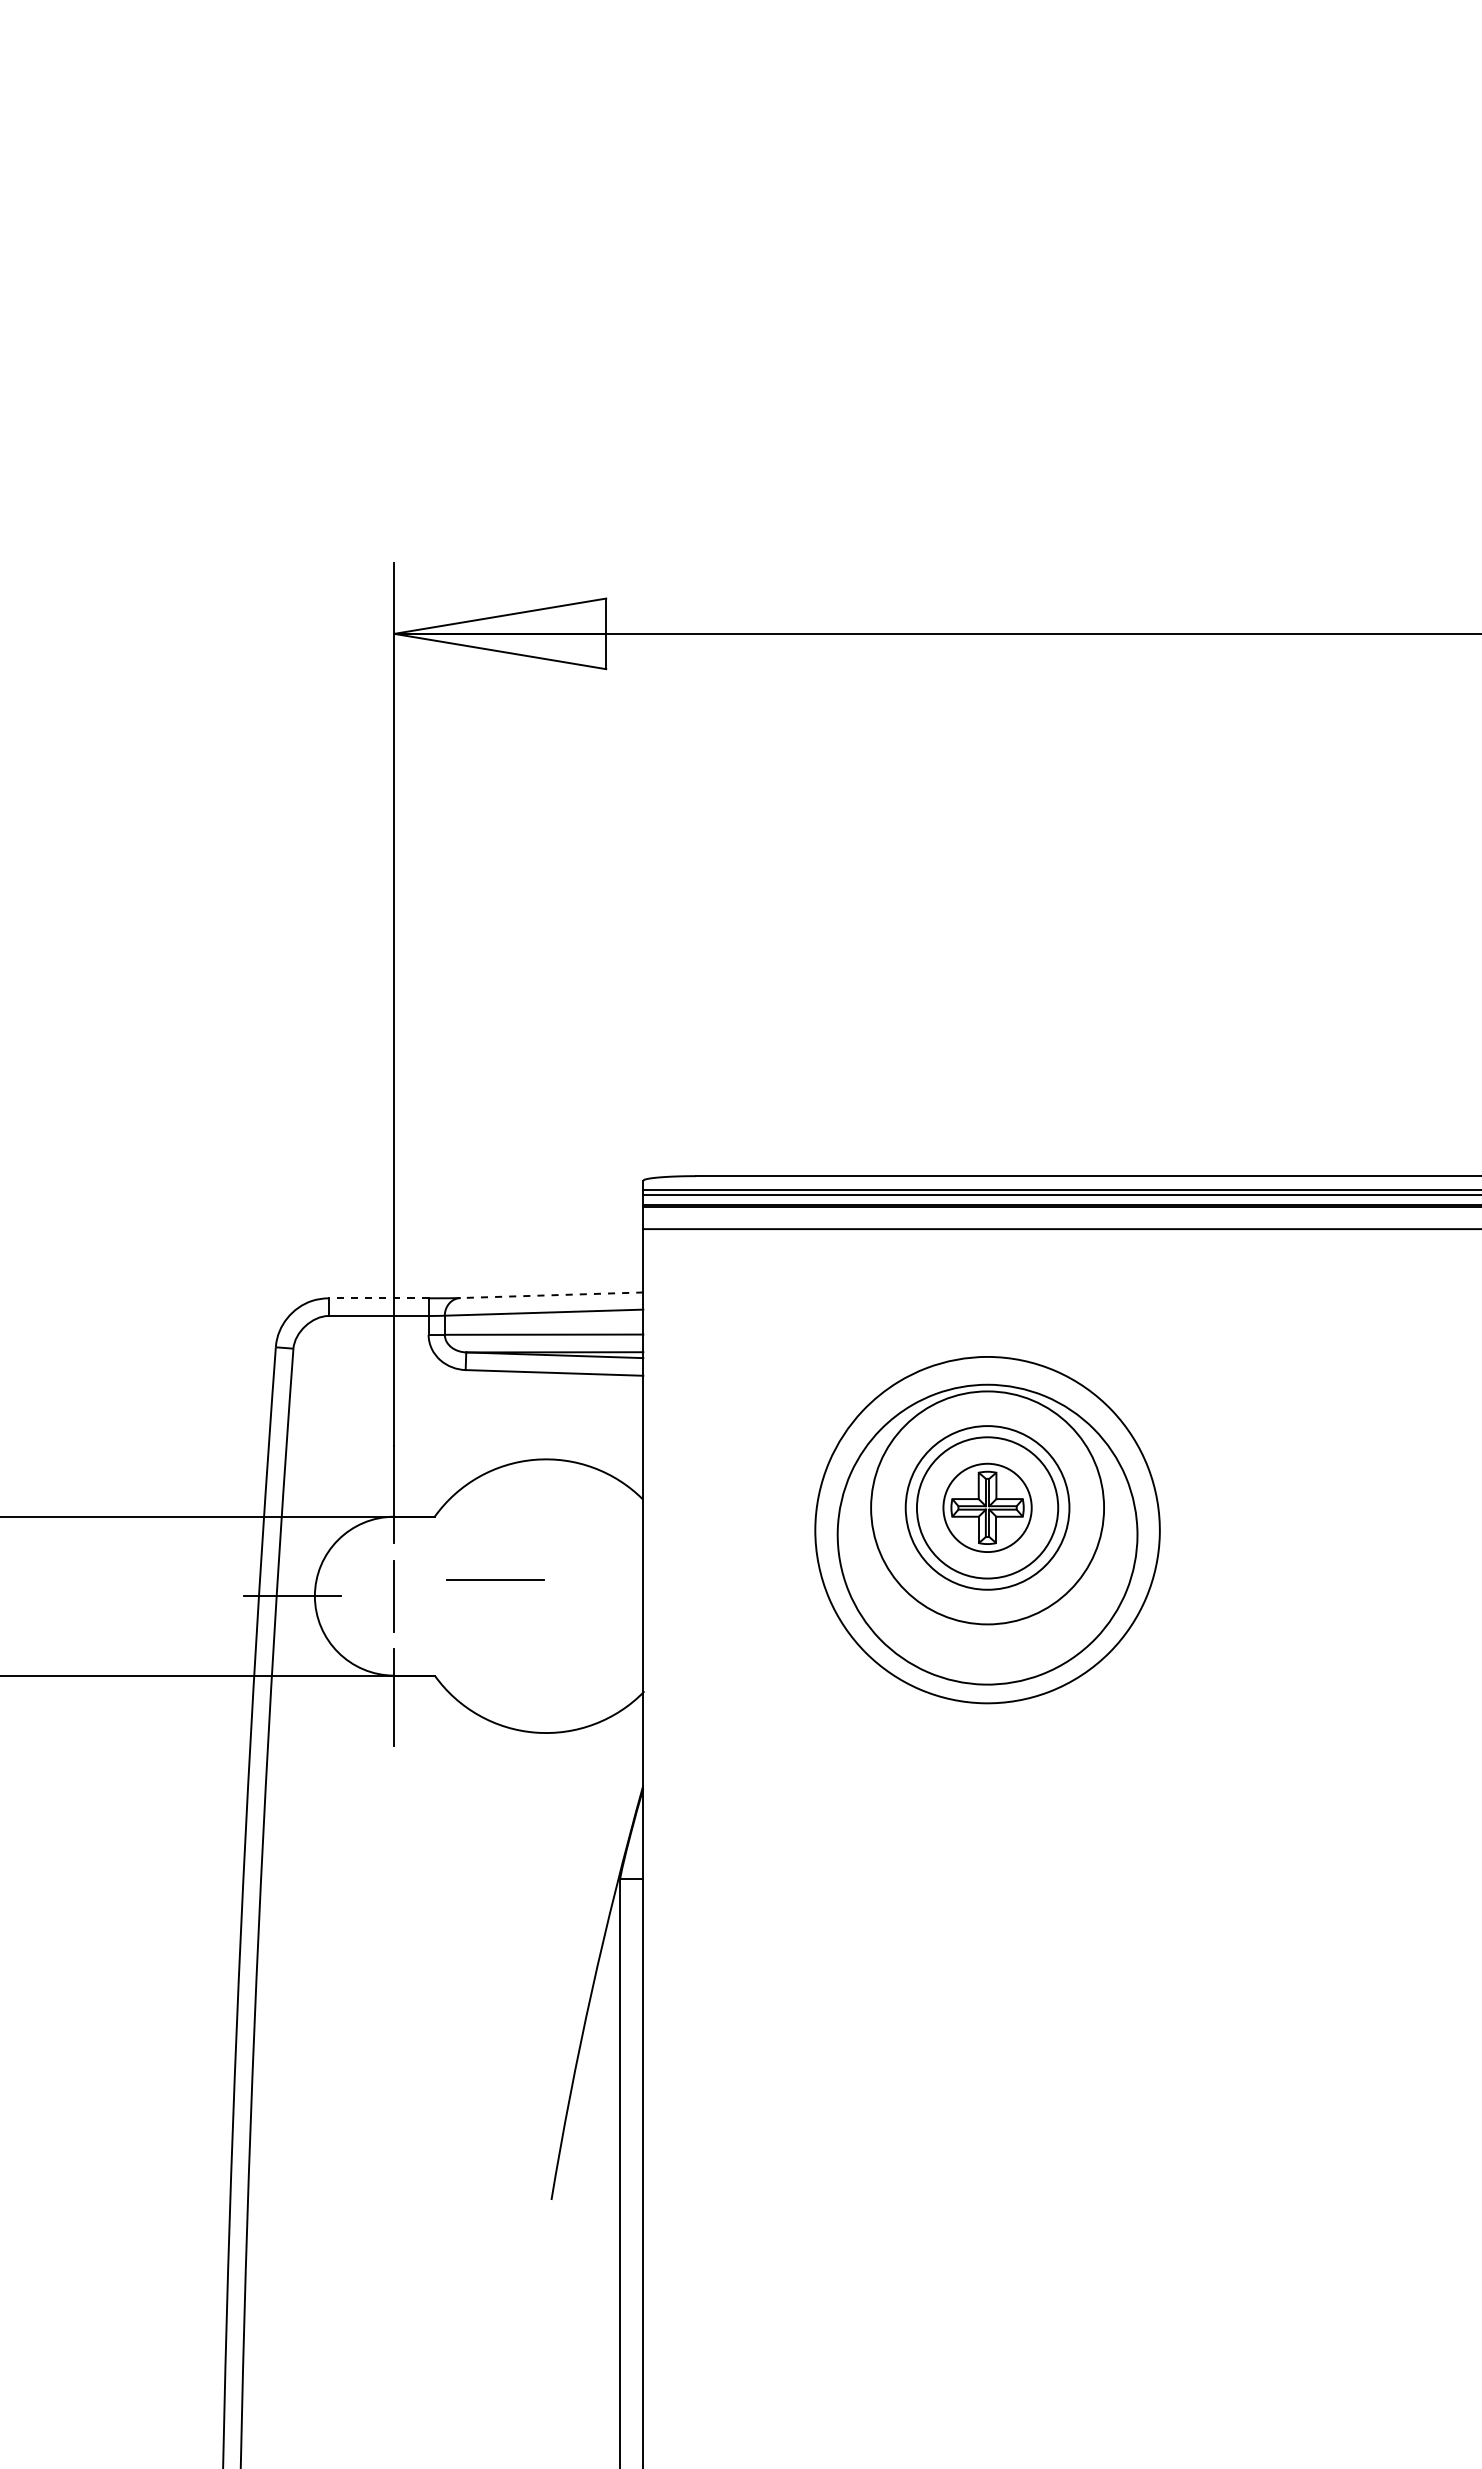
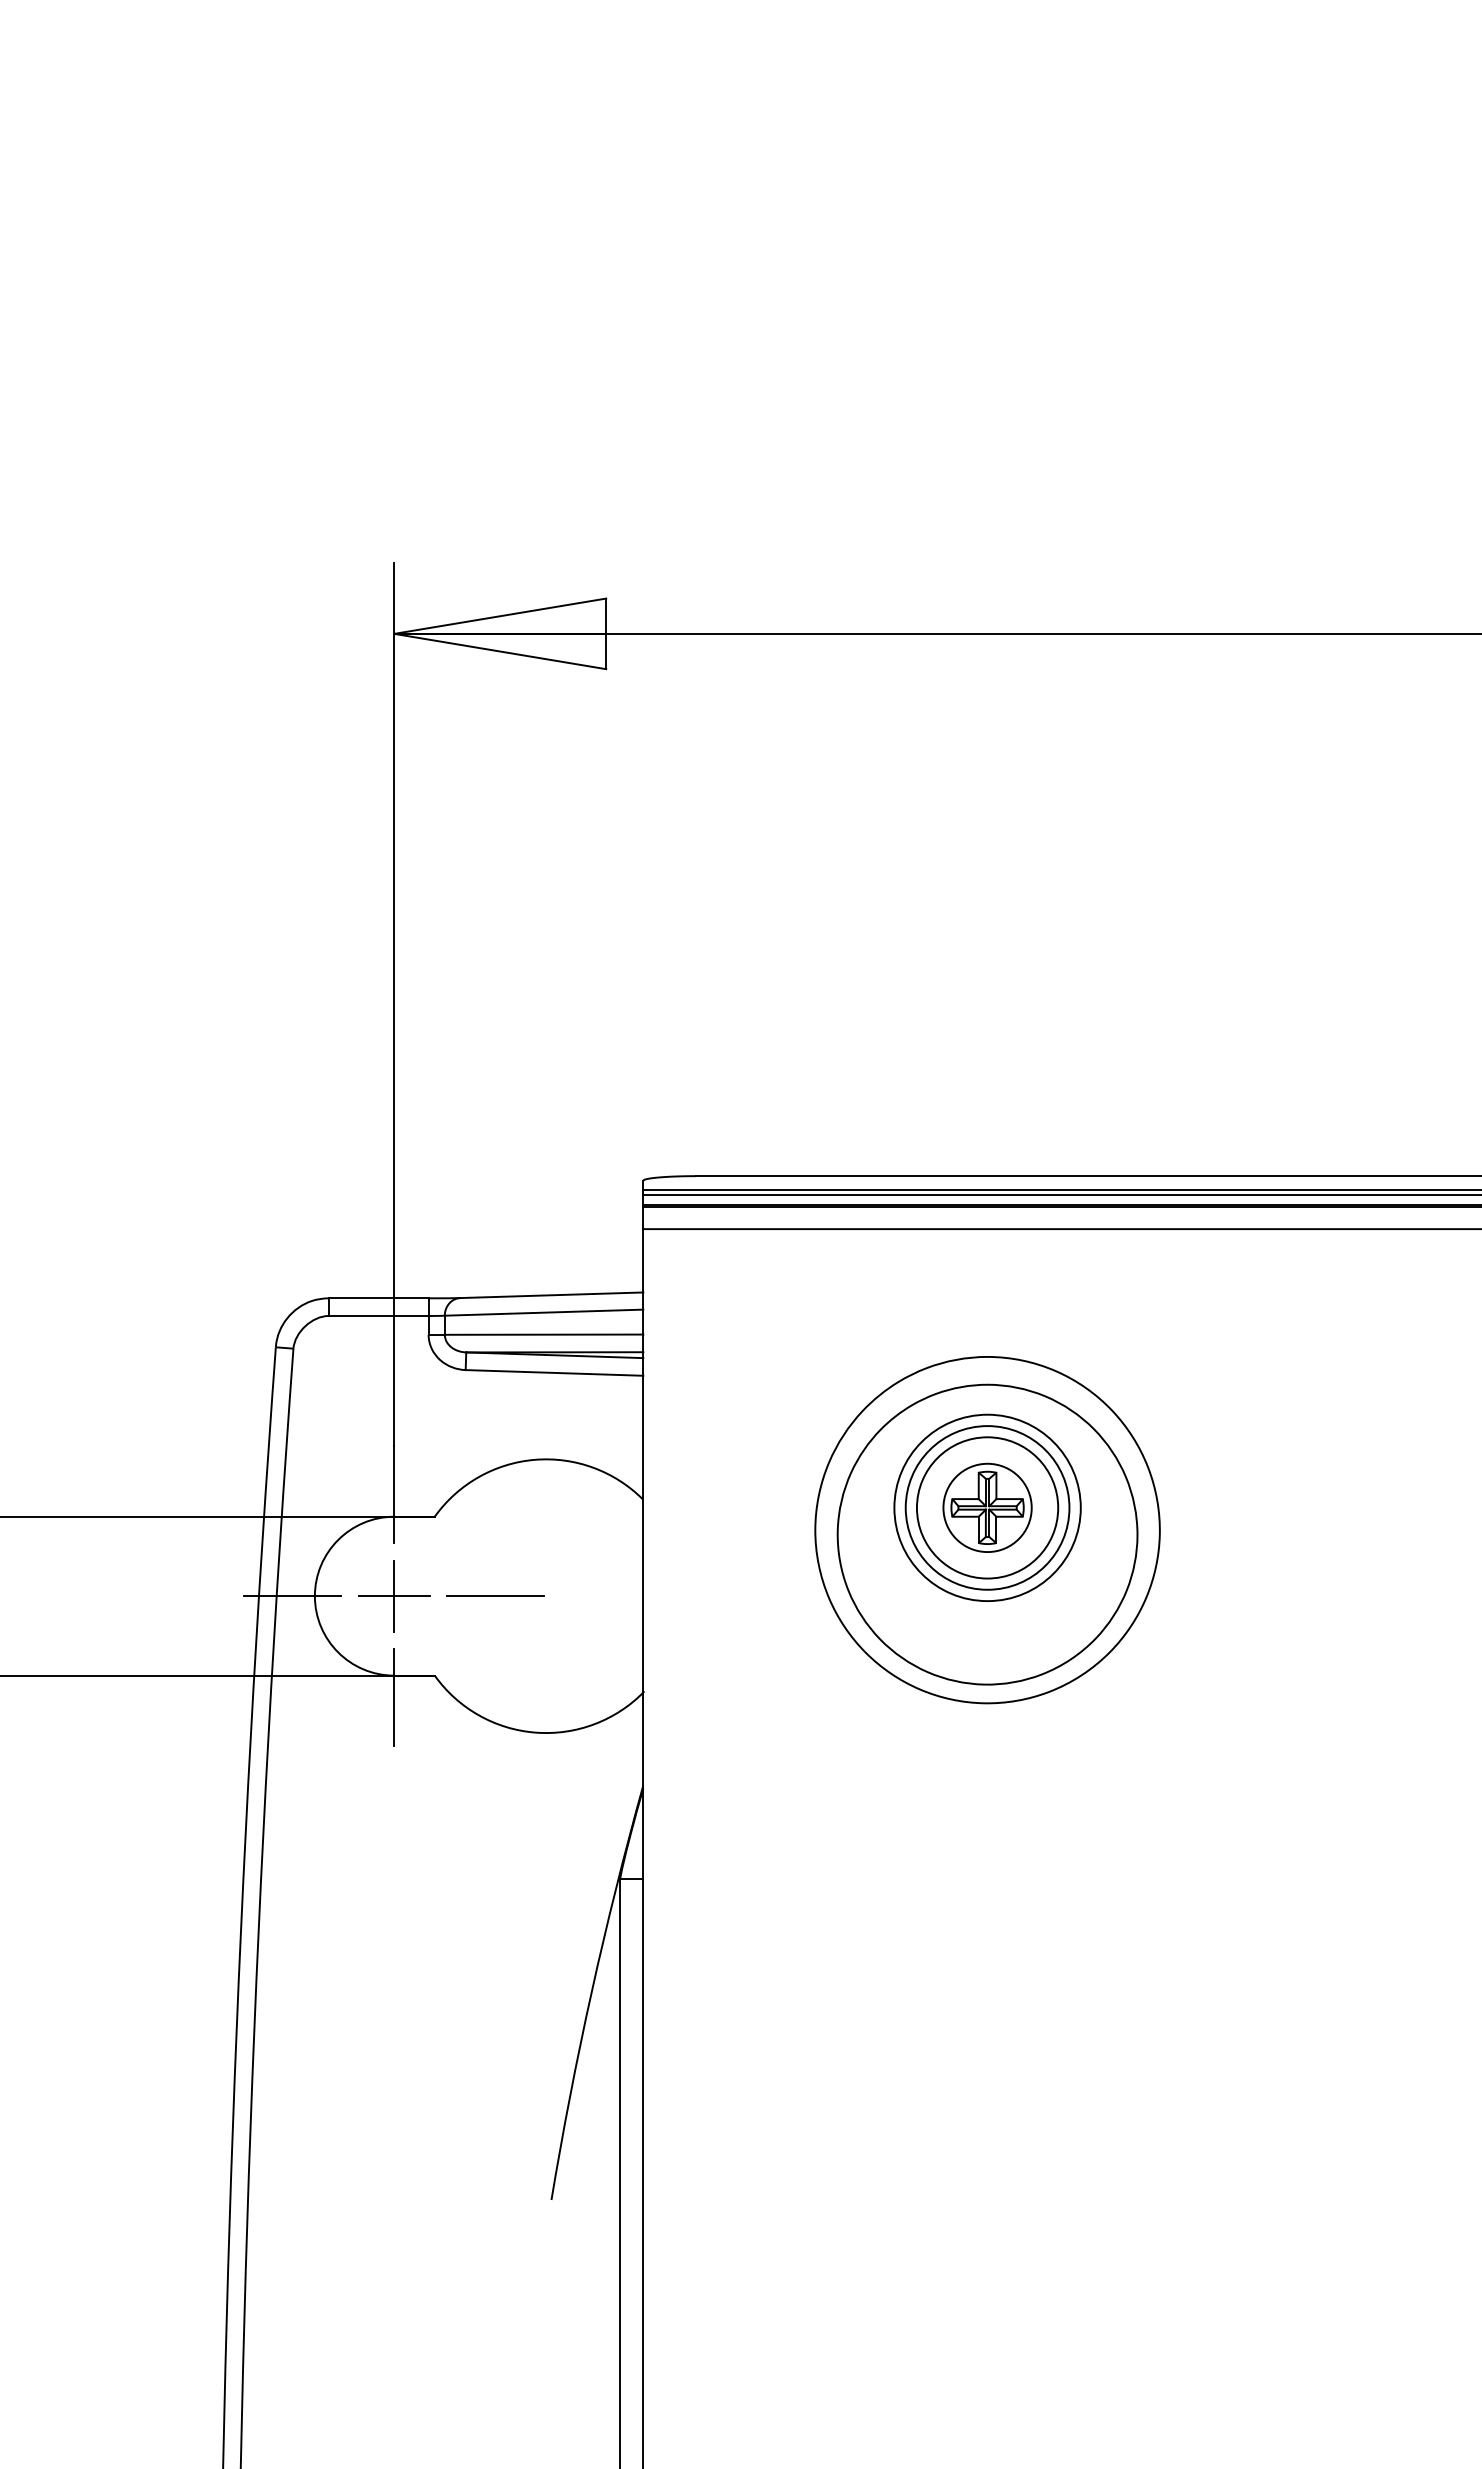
line at (551, 1295): dashed -> solid
line at (378, 1298): dashed -> solid
circle at (987, 1507) diameter: 233 px -> 186 px
line at (495, 1579) position: (495, 1579) -> (495, 1595)
line at (394, 1596): none -> present
